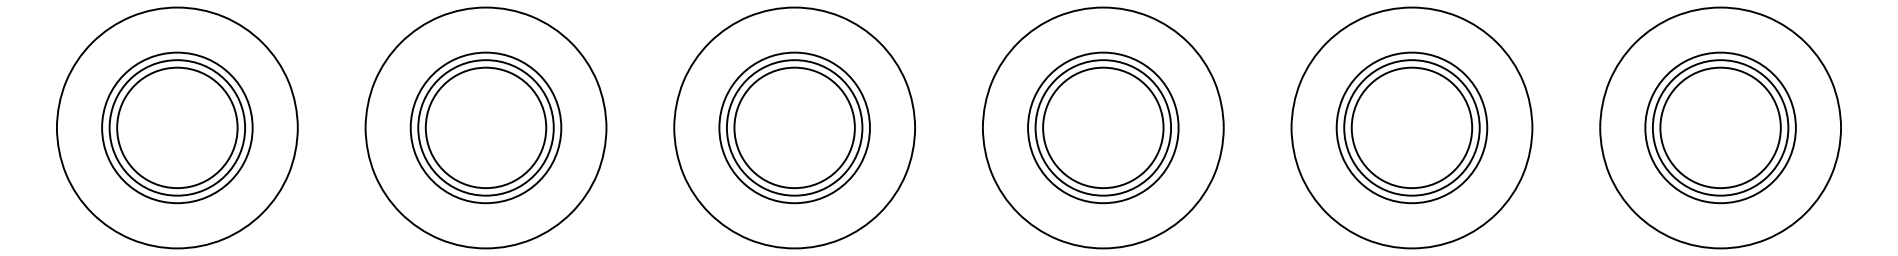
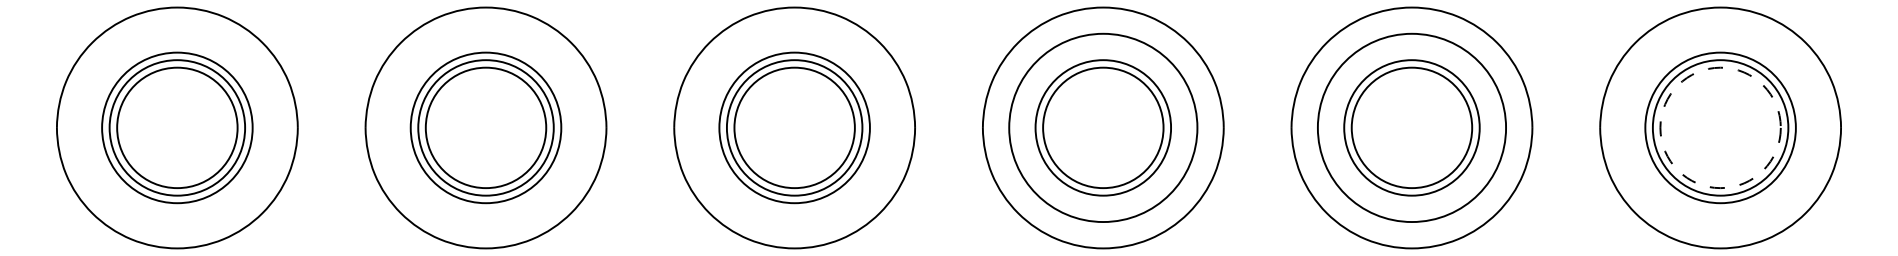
circle at (1103, 127) diameter: 151 px -> 188 px
circle at (1411, 127) diameter: 151 px -> 188 px
circle at (1720, 127): solid -> dashed
